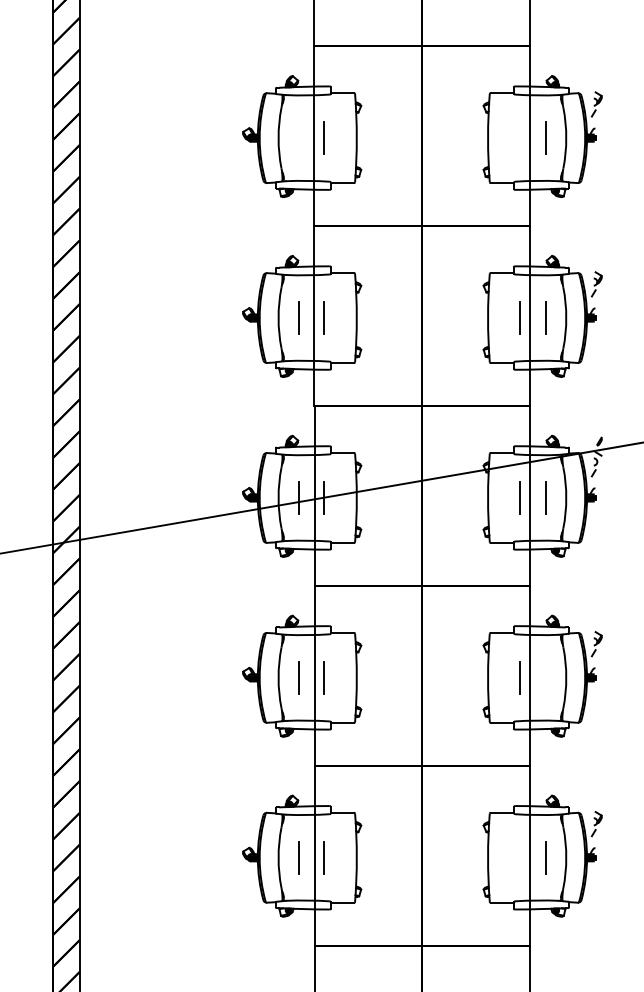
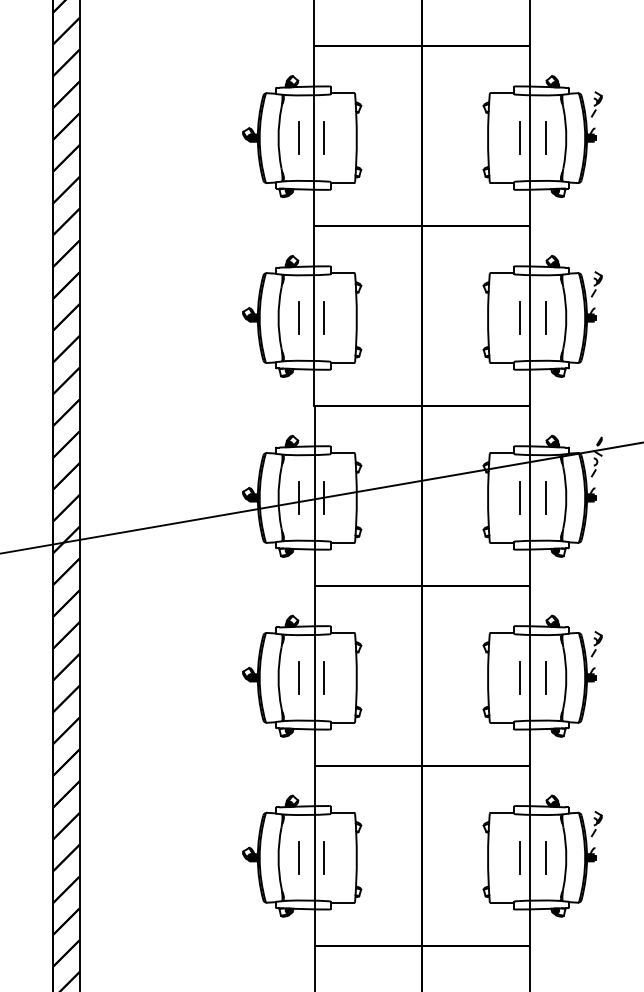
line at (298, 137): none -> present
line at (520, 137): none -> present
line at (545, 677): none -> present
line at (520, 857): none -> present
